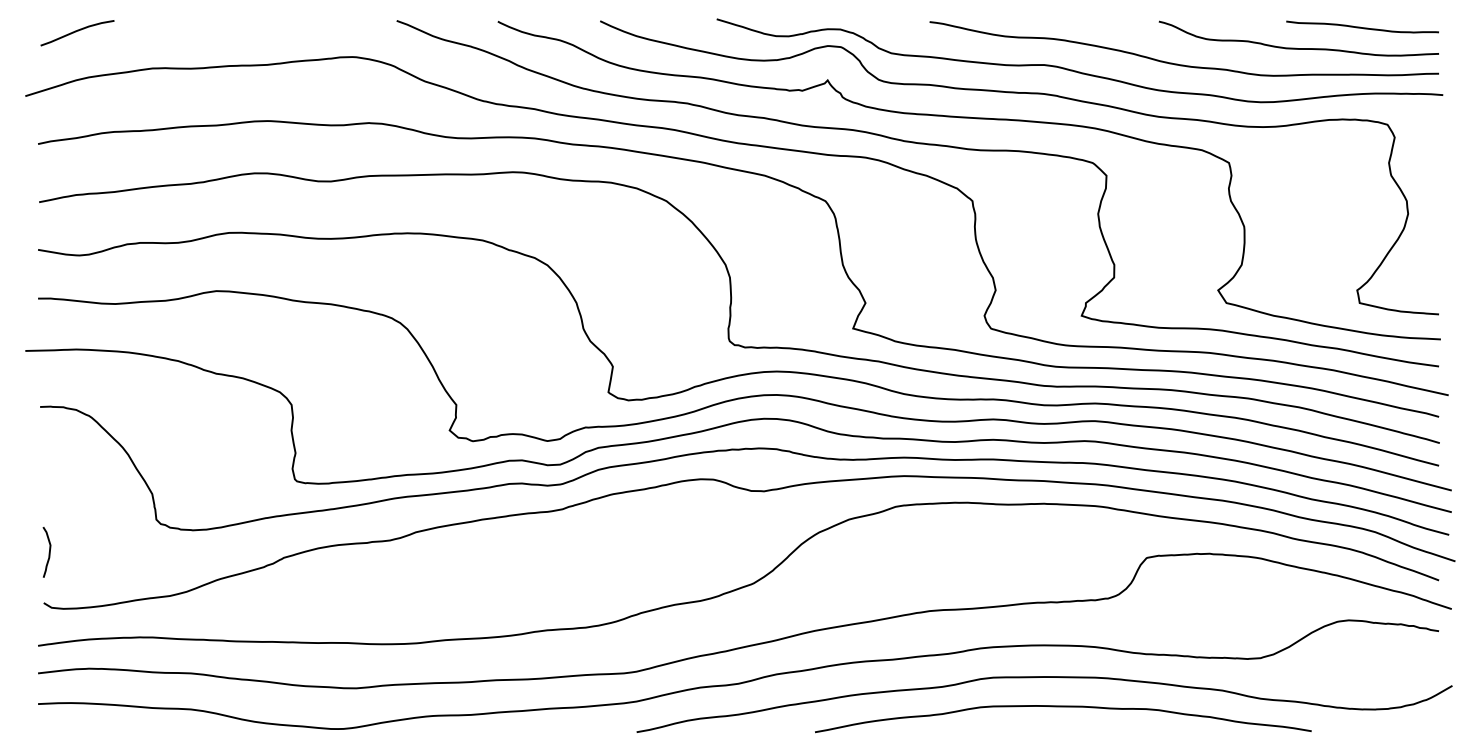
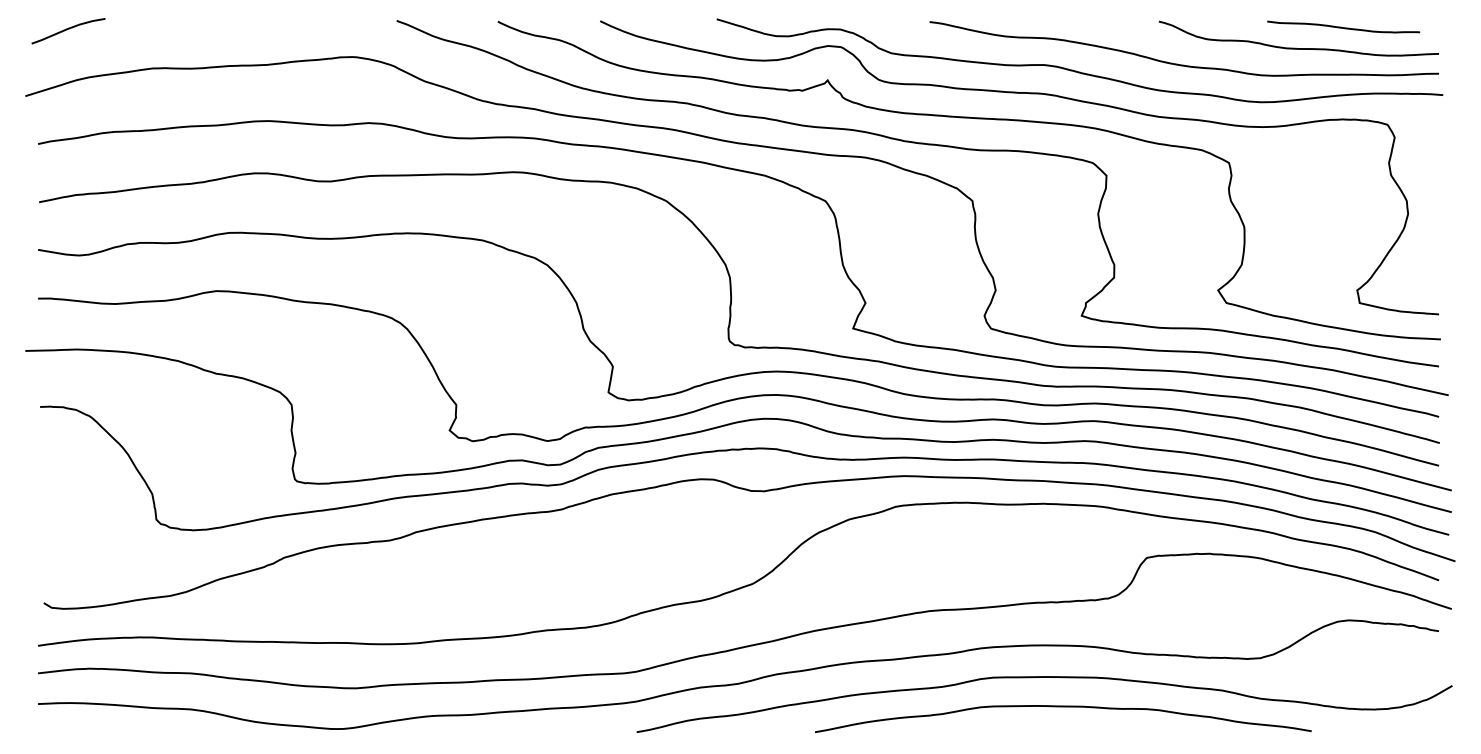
curve at (1362, 27) position: (1362, 27) -> (1343, 27)
curve at (76, 32) position: (76, 32) -> (67, 30)
curve at (48, 552): present -> none
